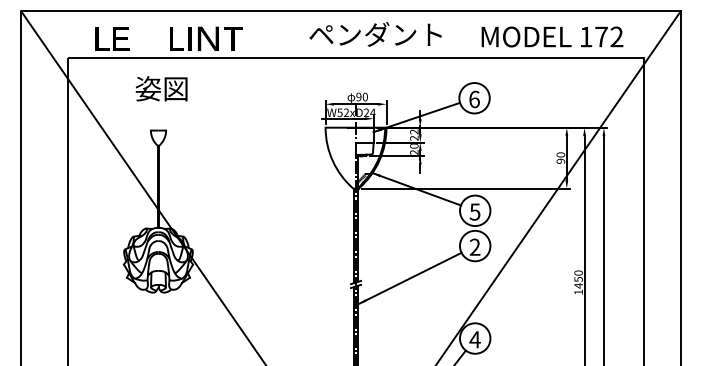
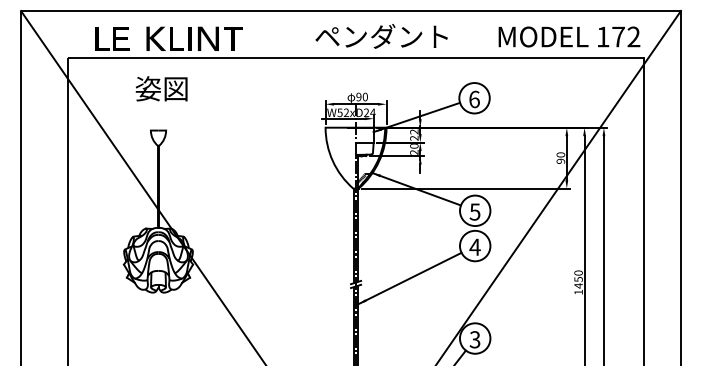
text at (375, 34) position: (375, 34) -> (381, 36)
text at (552, 36) position: (552, 36) -> (569, 36)
fill at (156, 38): none -> present
text at (474, 246): 2 -> 4
text at (474, 339): 4 -> 3
